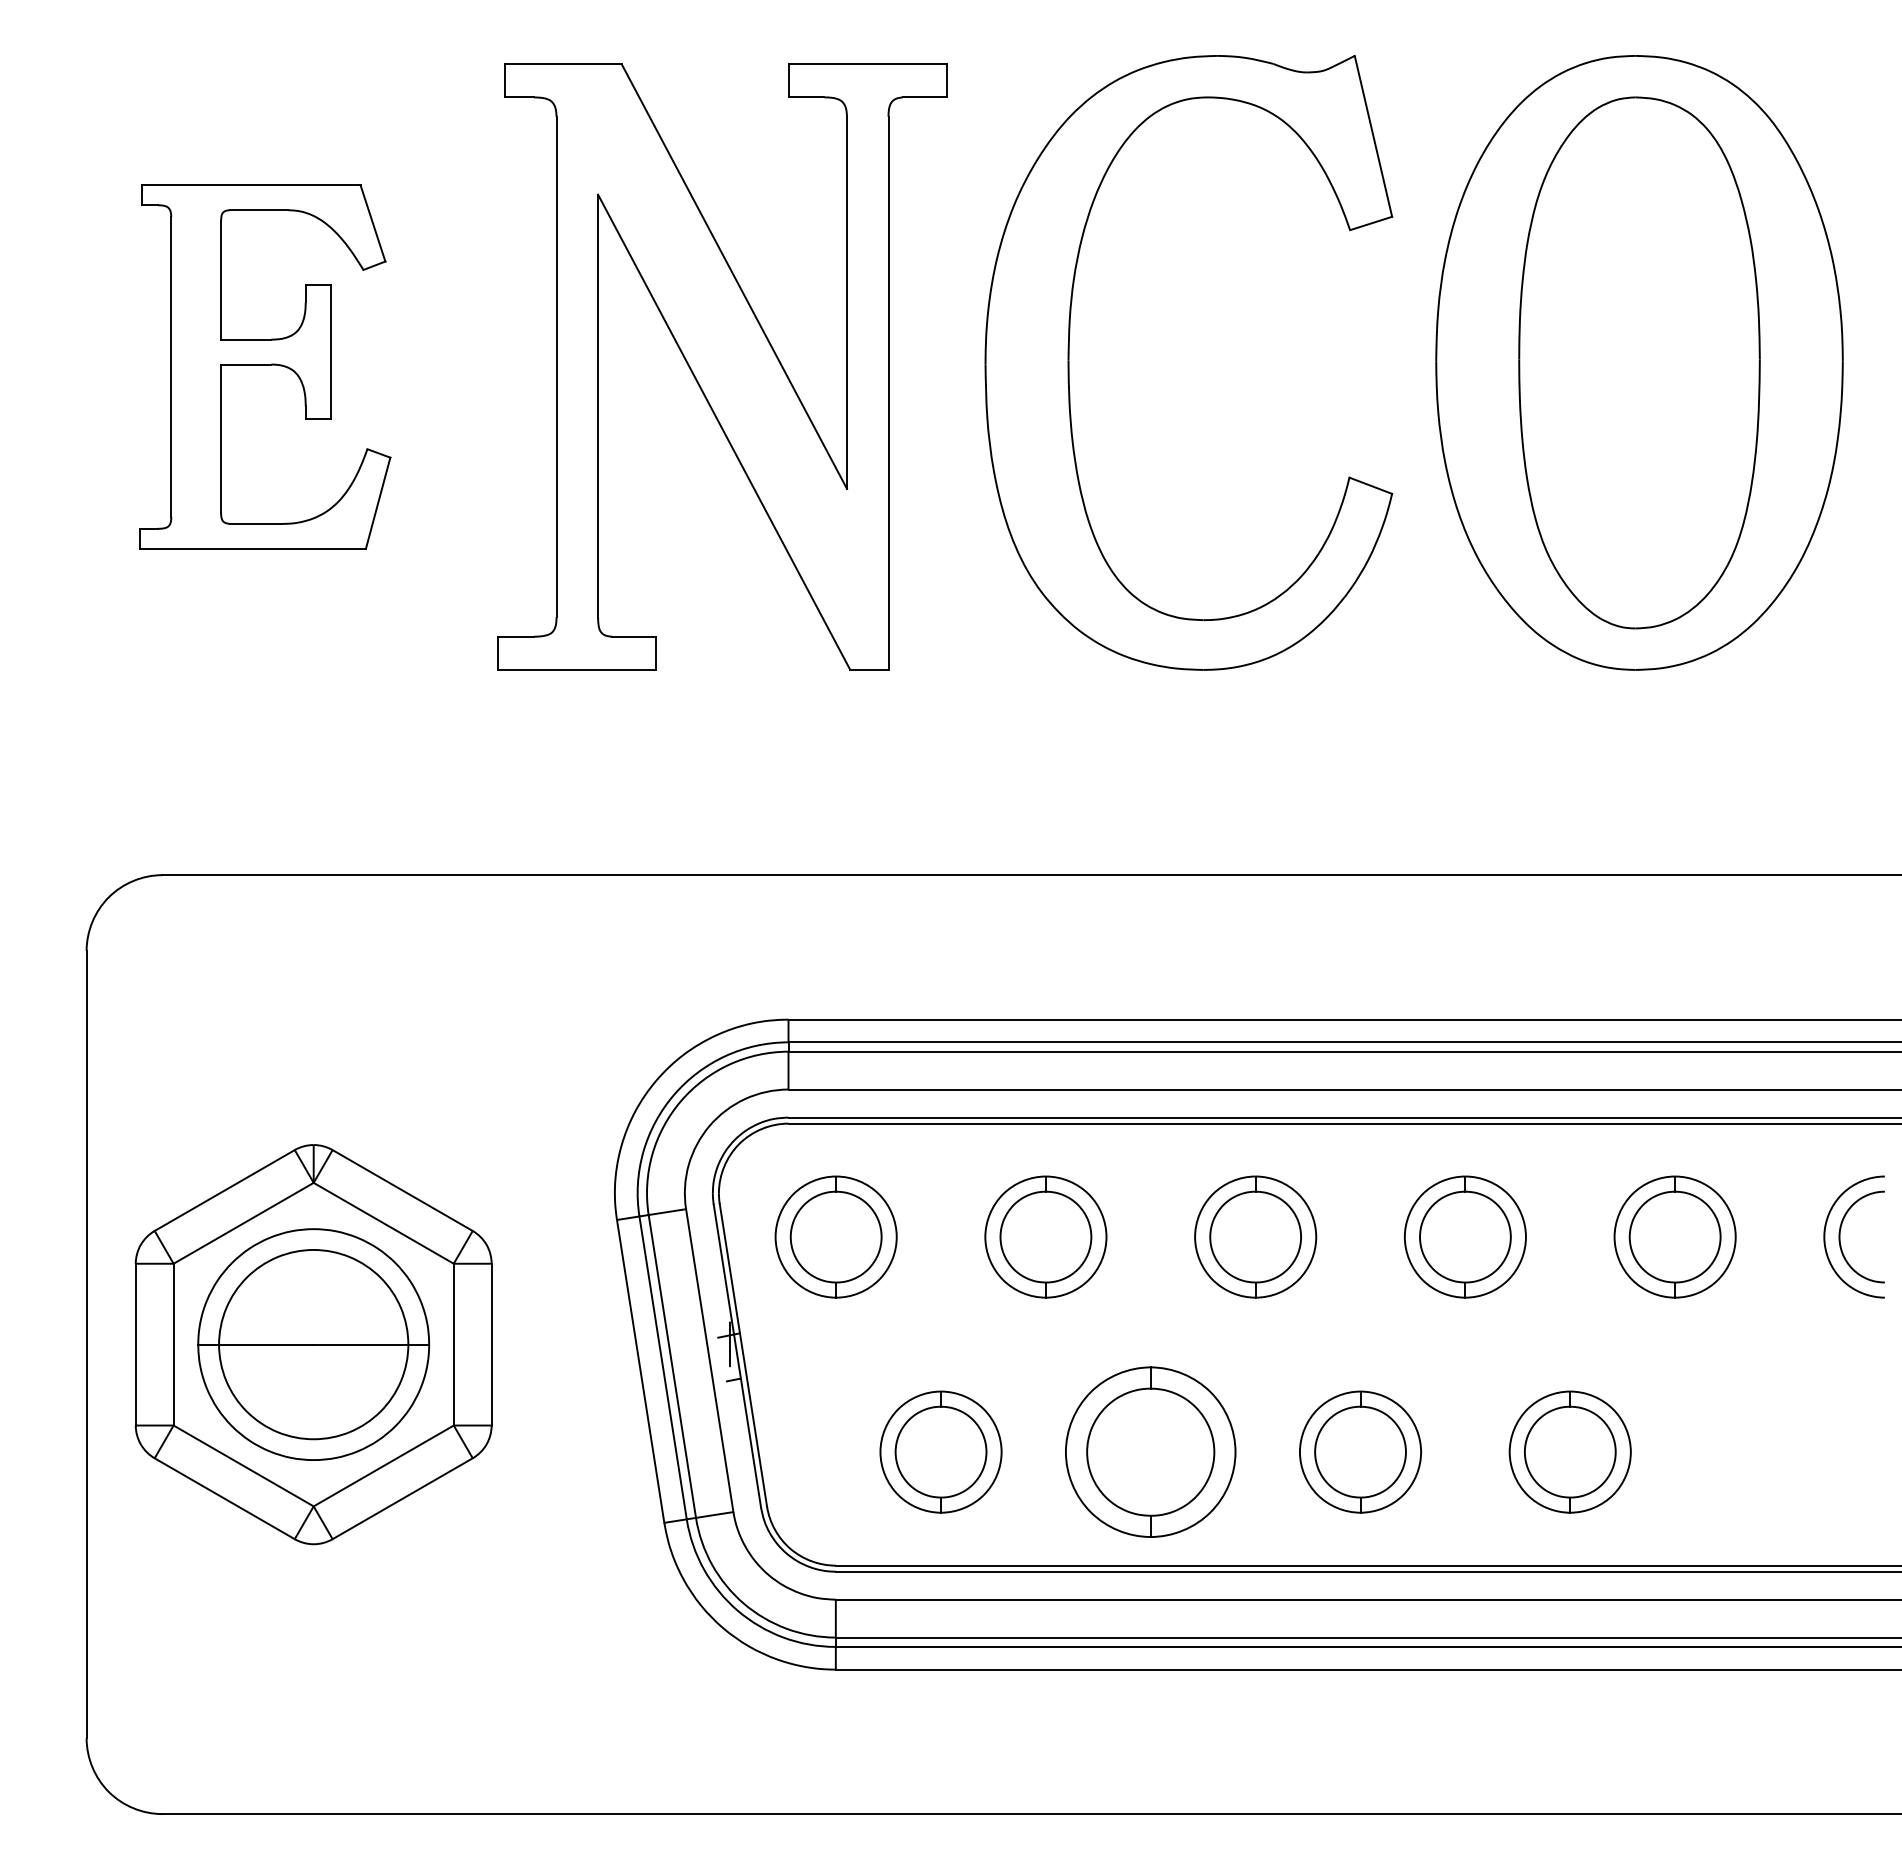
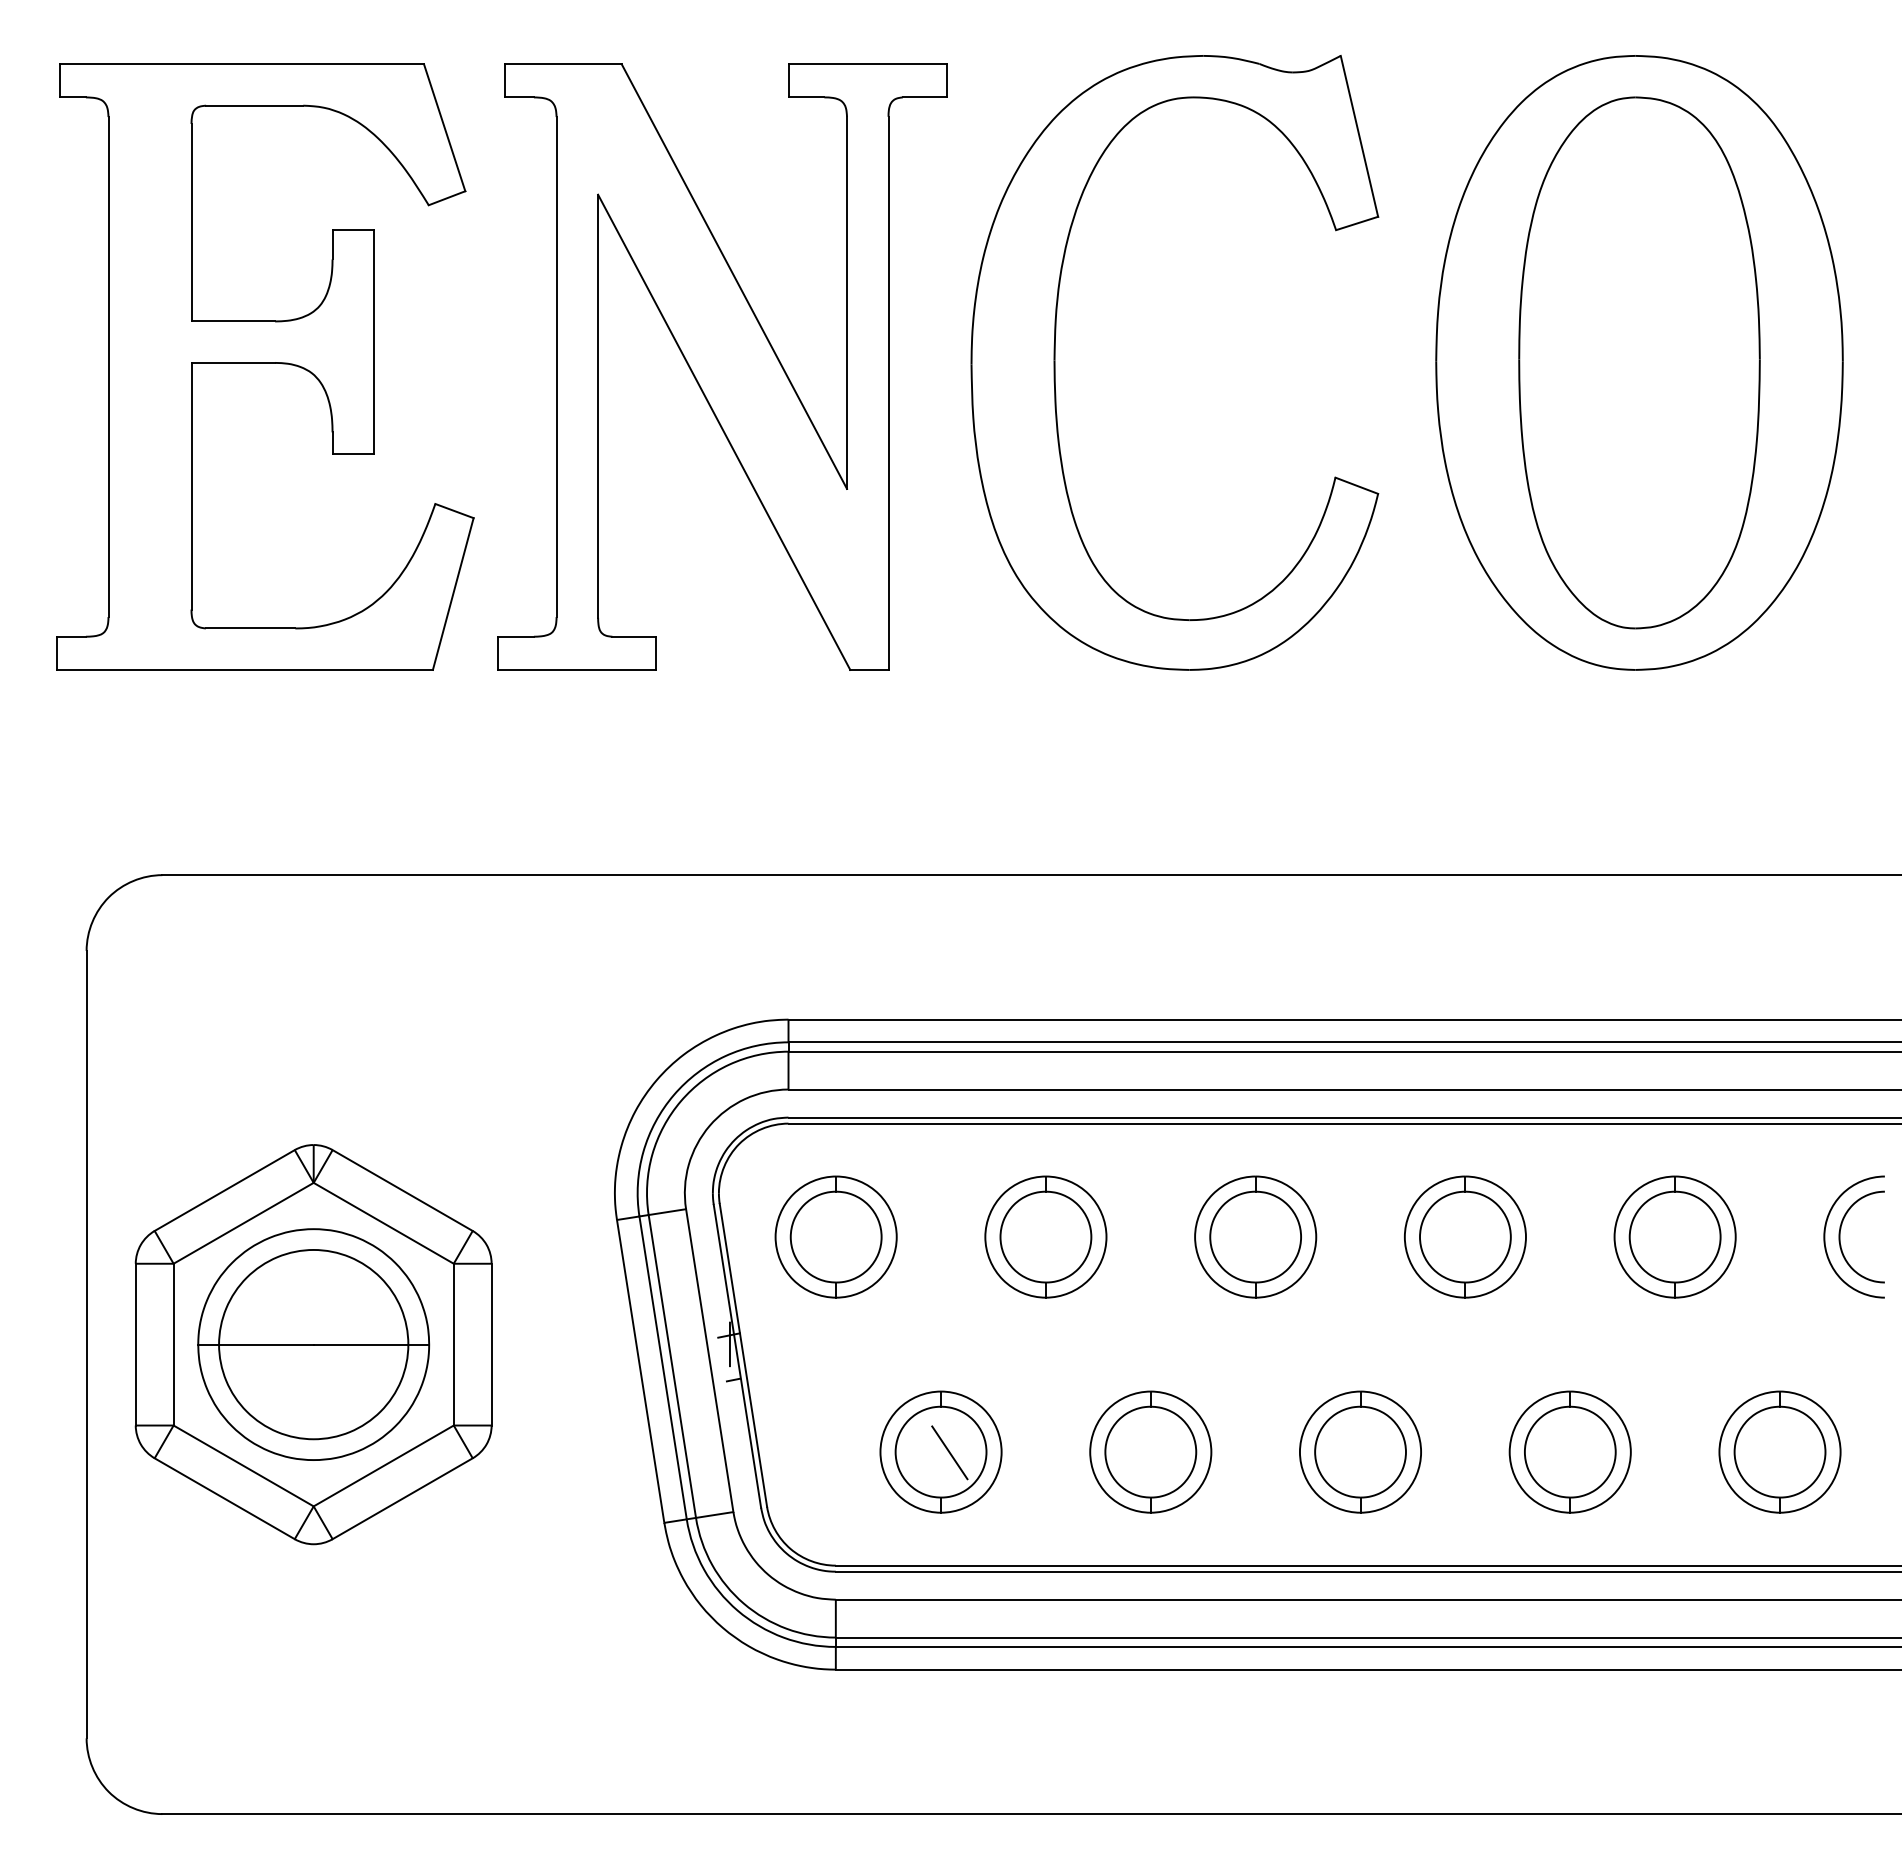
part at (1069, 362) position: (1069, 362) -> (1055, 362)
part at (265, 366) size: 253x366 px -> 419x608 px
part at (1150, 1451) size: 172x172 px -> 124x124 px
part at (1779, 1451): none -> present
line at (949, 1452): none -> present
